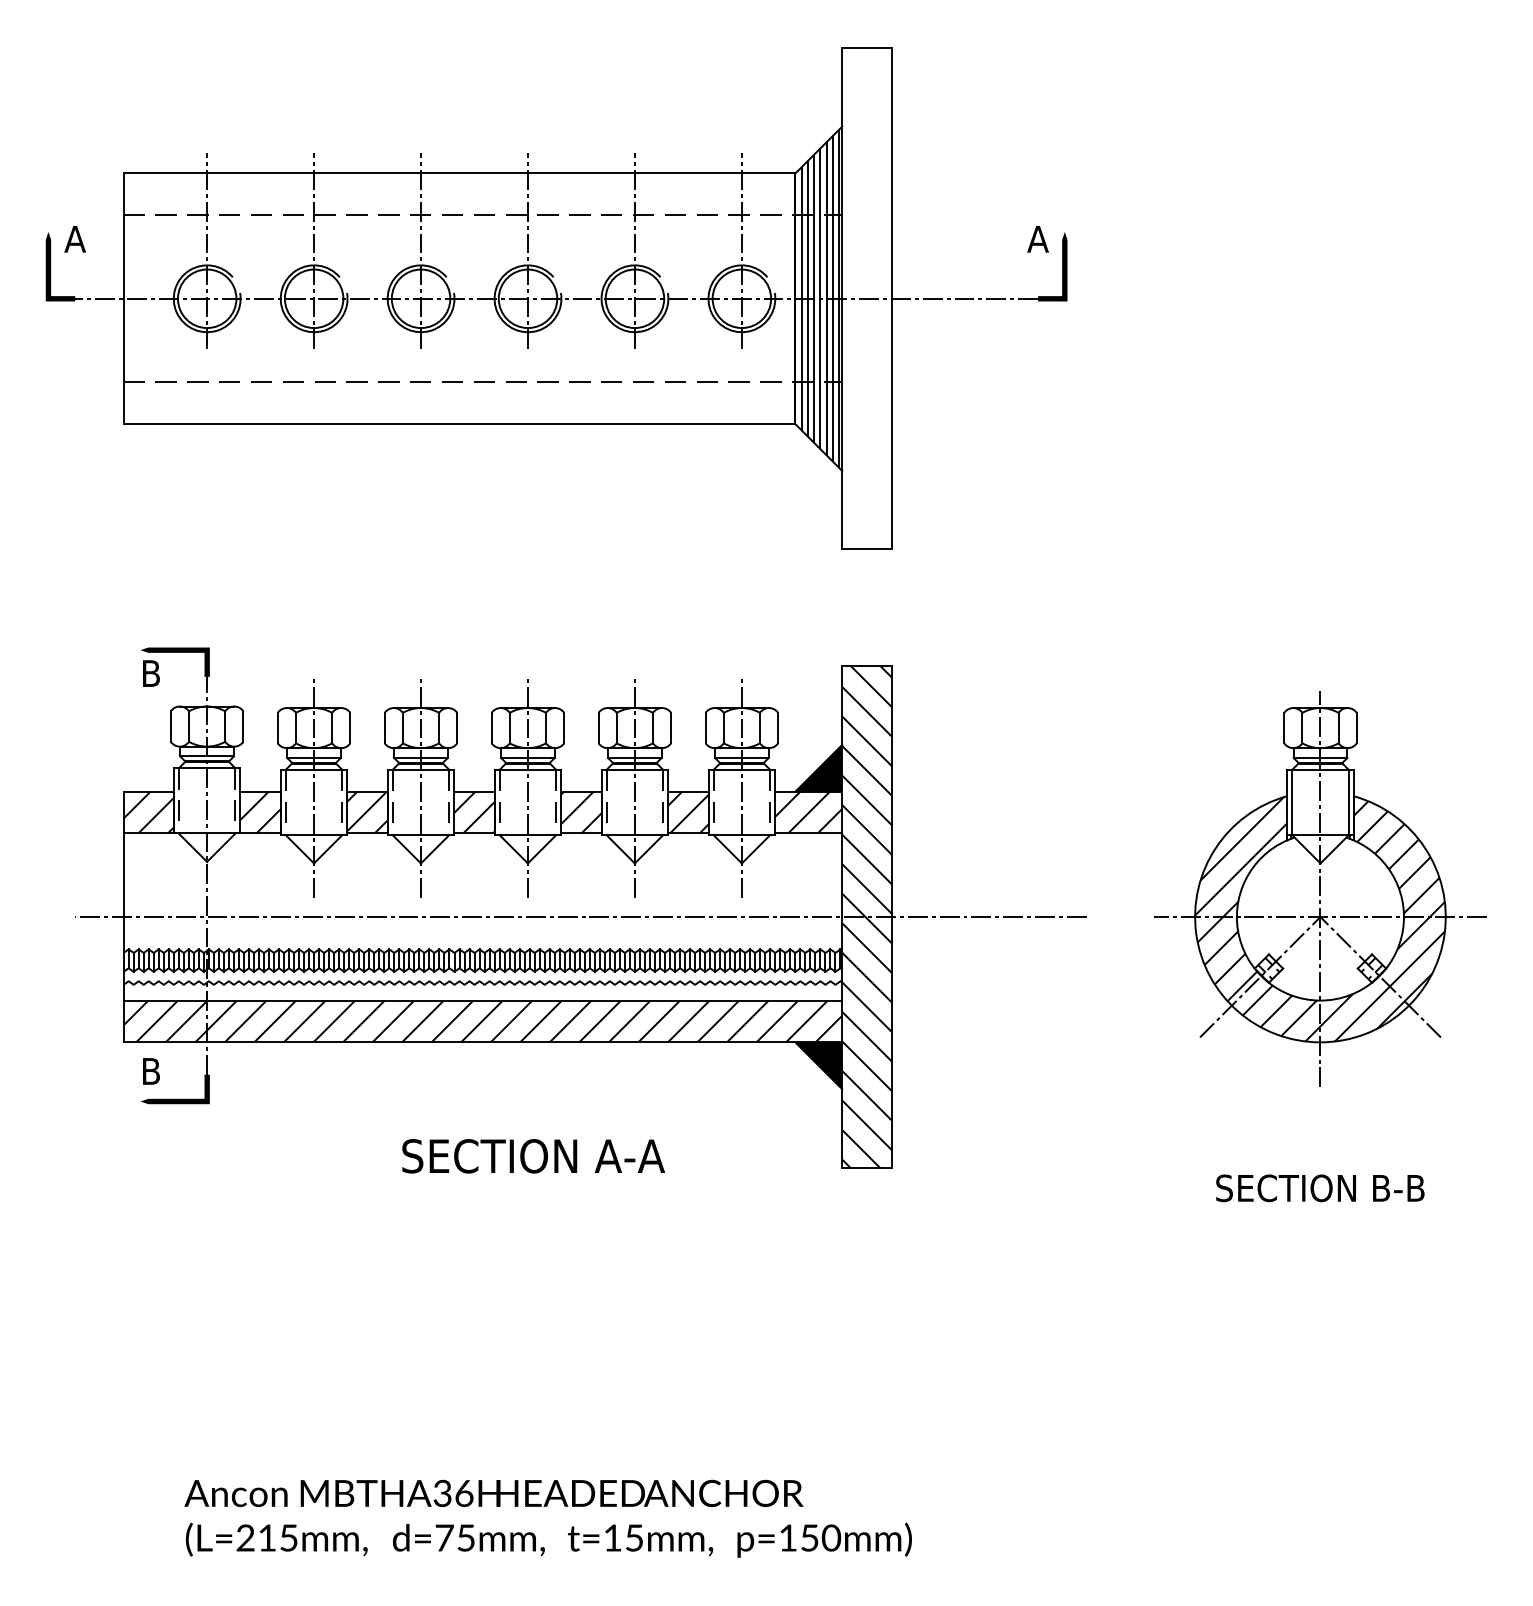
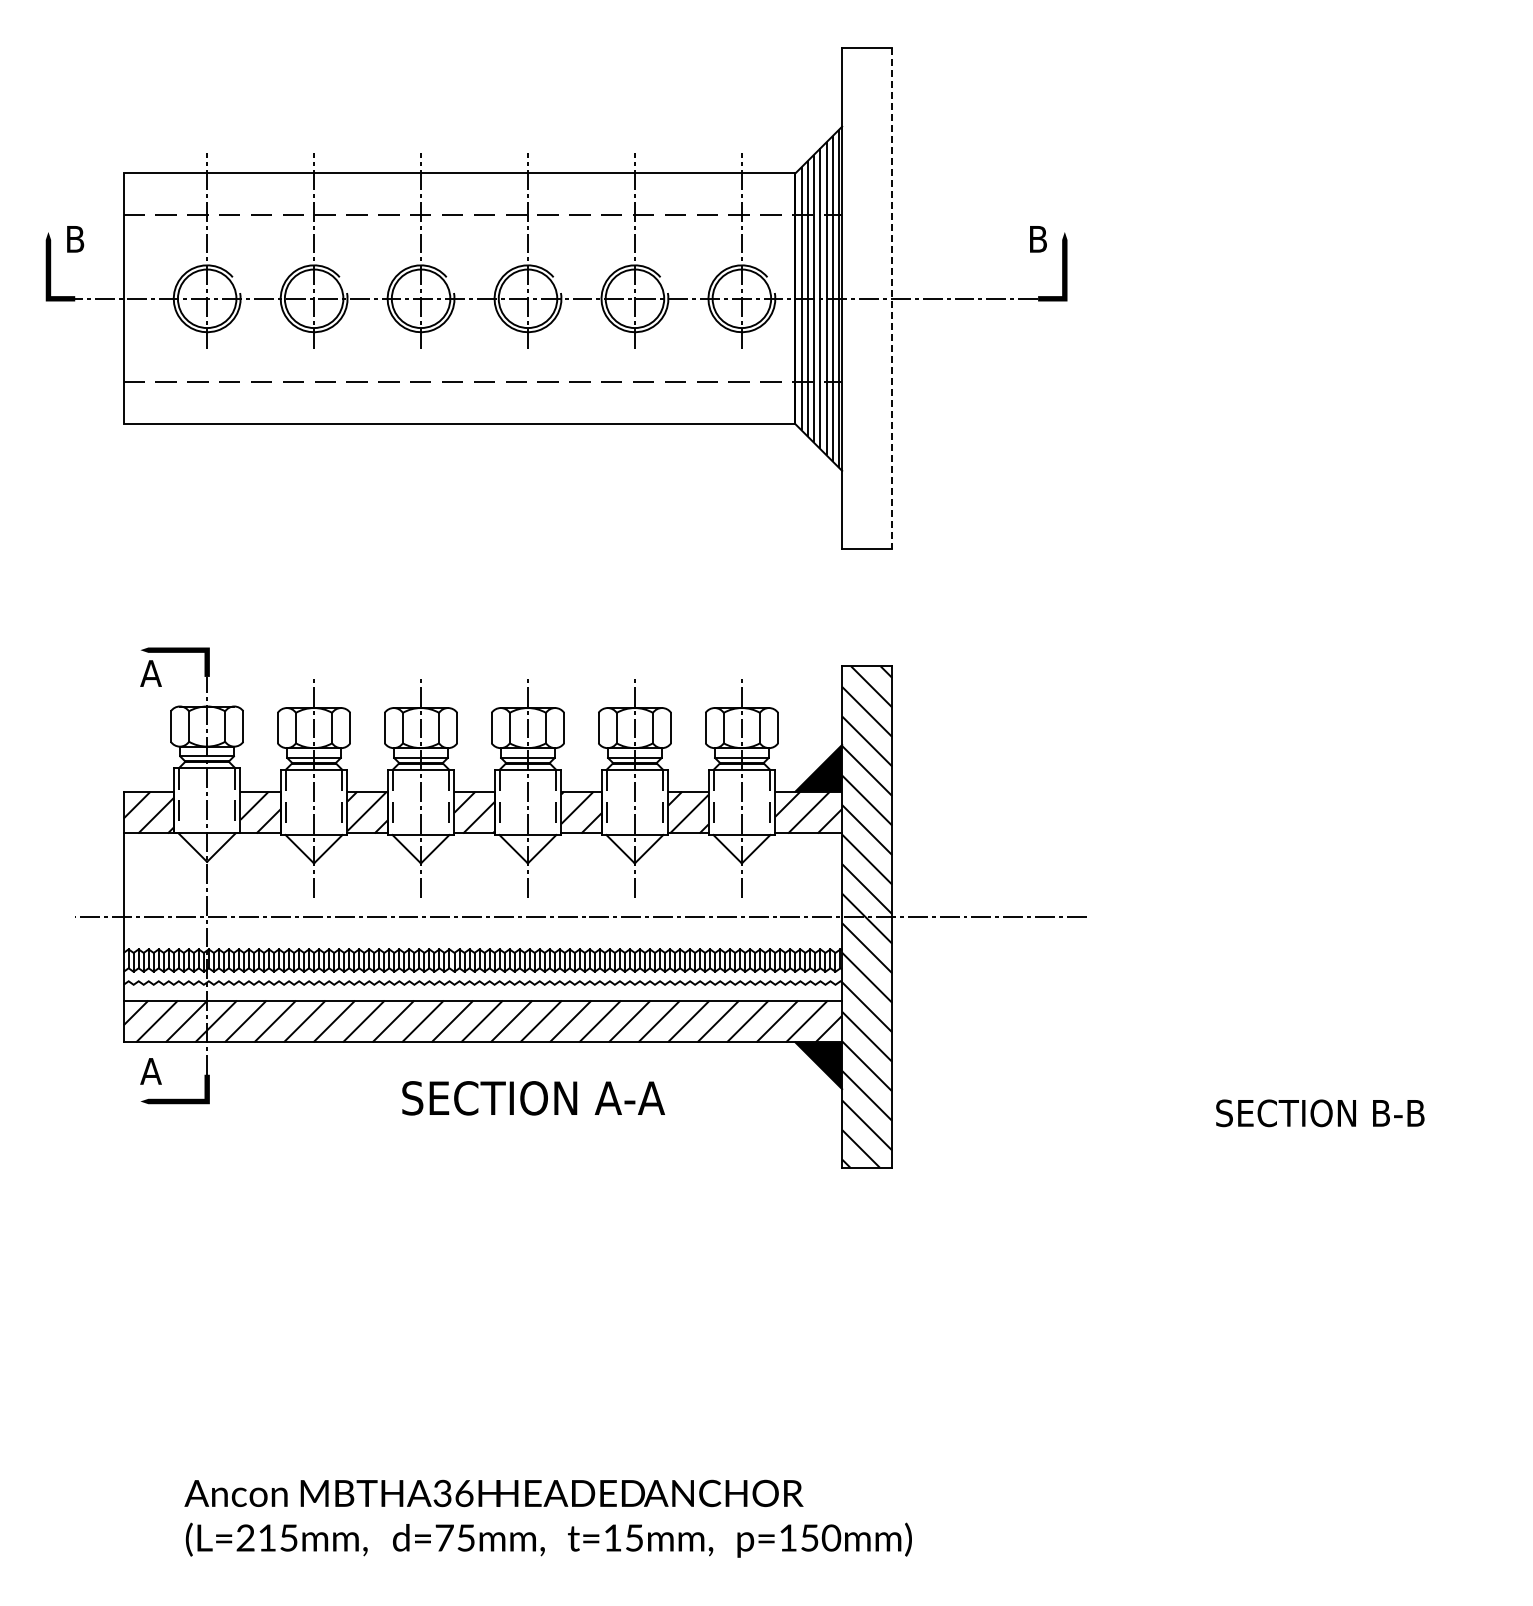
text at (74, 239): A -> B
text at (1037, 239): A -> B
line at (892, 298): solid -> dashed
text at (150, 673): B -> A
part at (1320, 888): present -> none
text at (150, 1071): B -> A
text at (533, 1156) position: (533, 1156) -> (533, 1098)
text at (1320, 1188) position: (1320, 1188) -> (1320, 1113)
